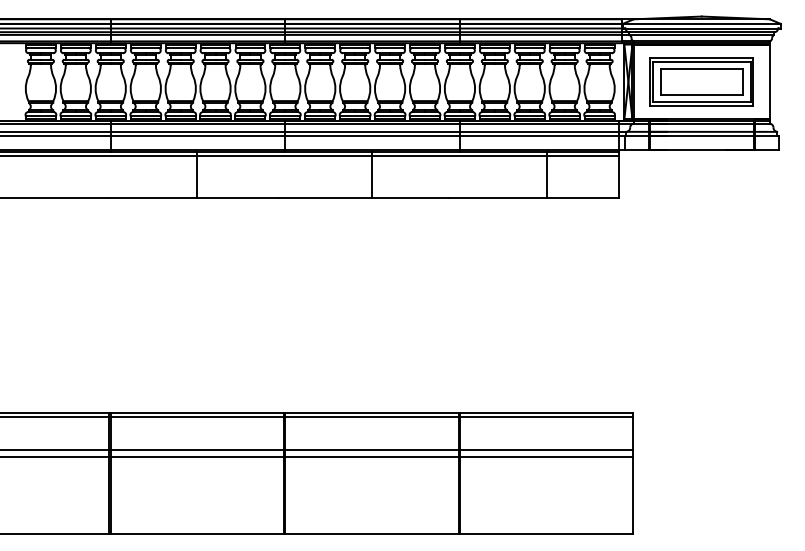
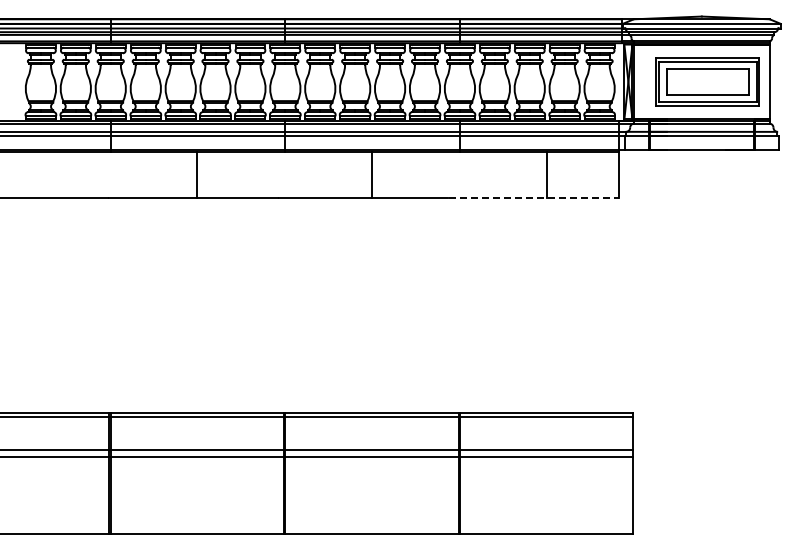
part at (701, 81) position: (701, 81) -> (707, 81)
line at (310, 156): present -> none
line at (533, 197): solid -> dashed
